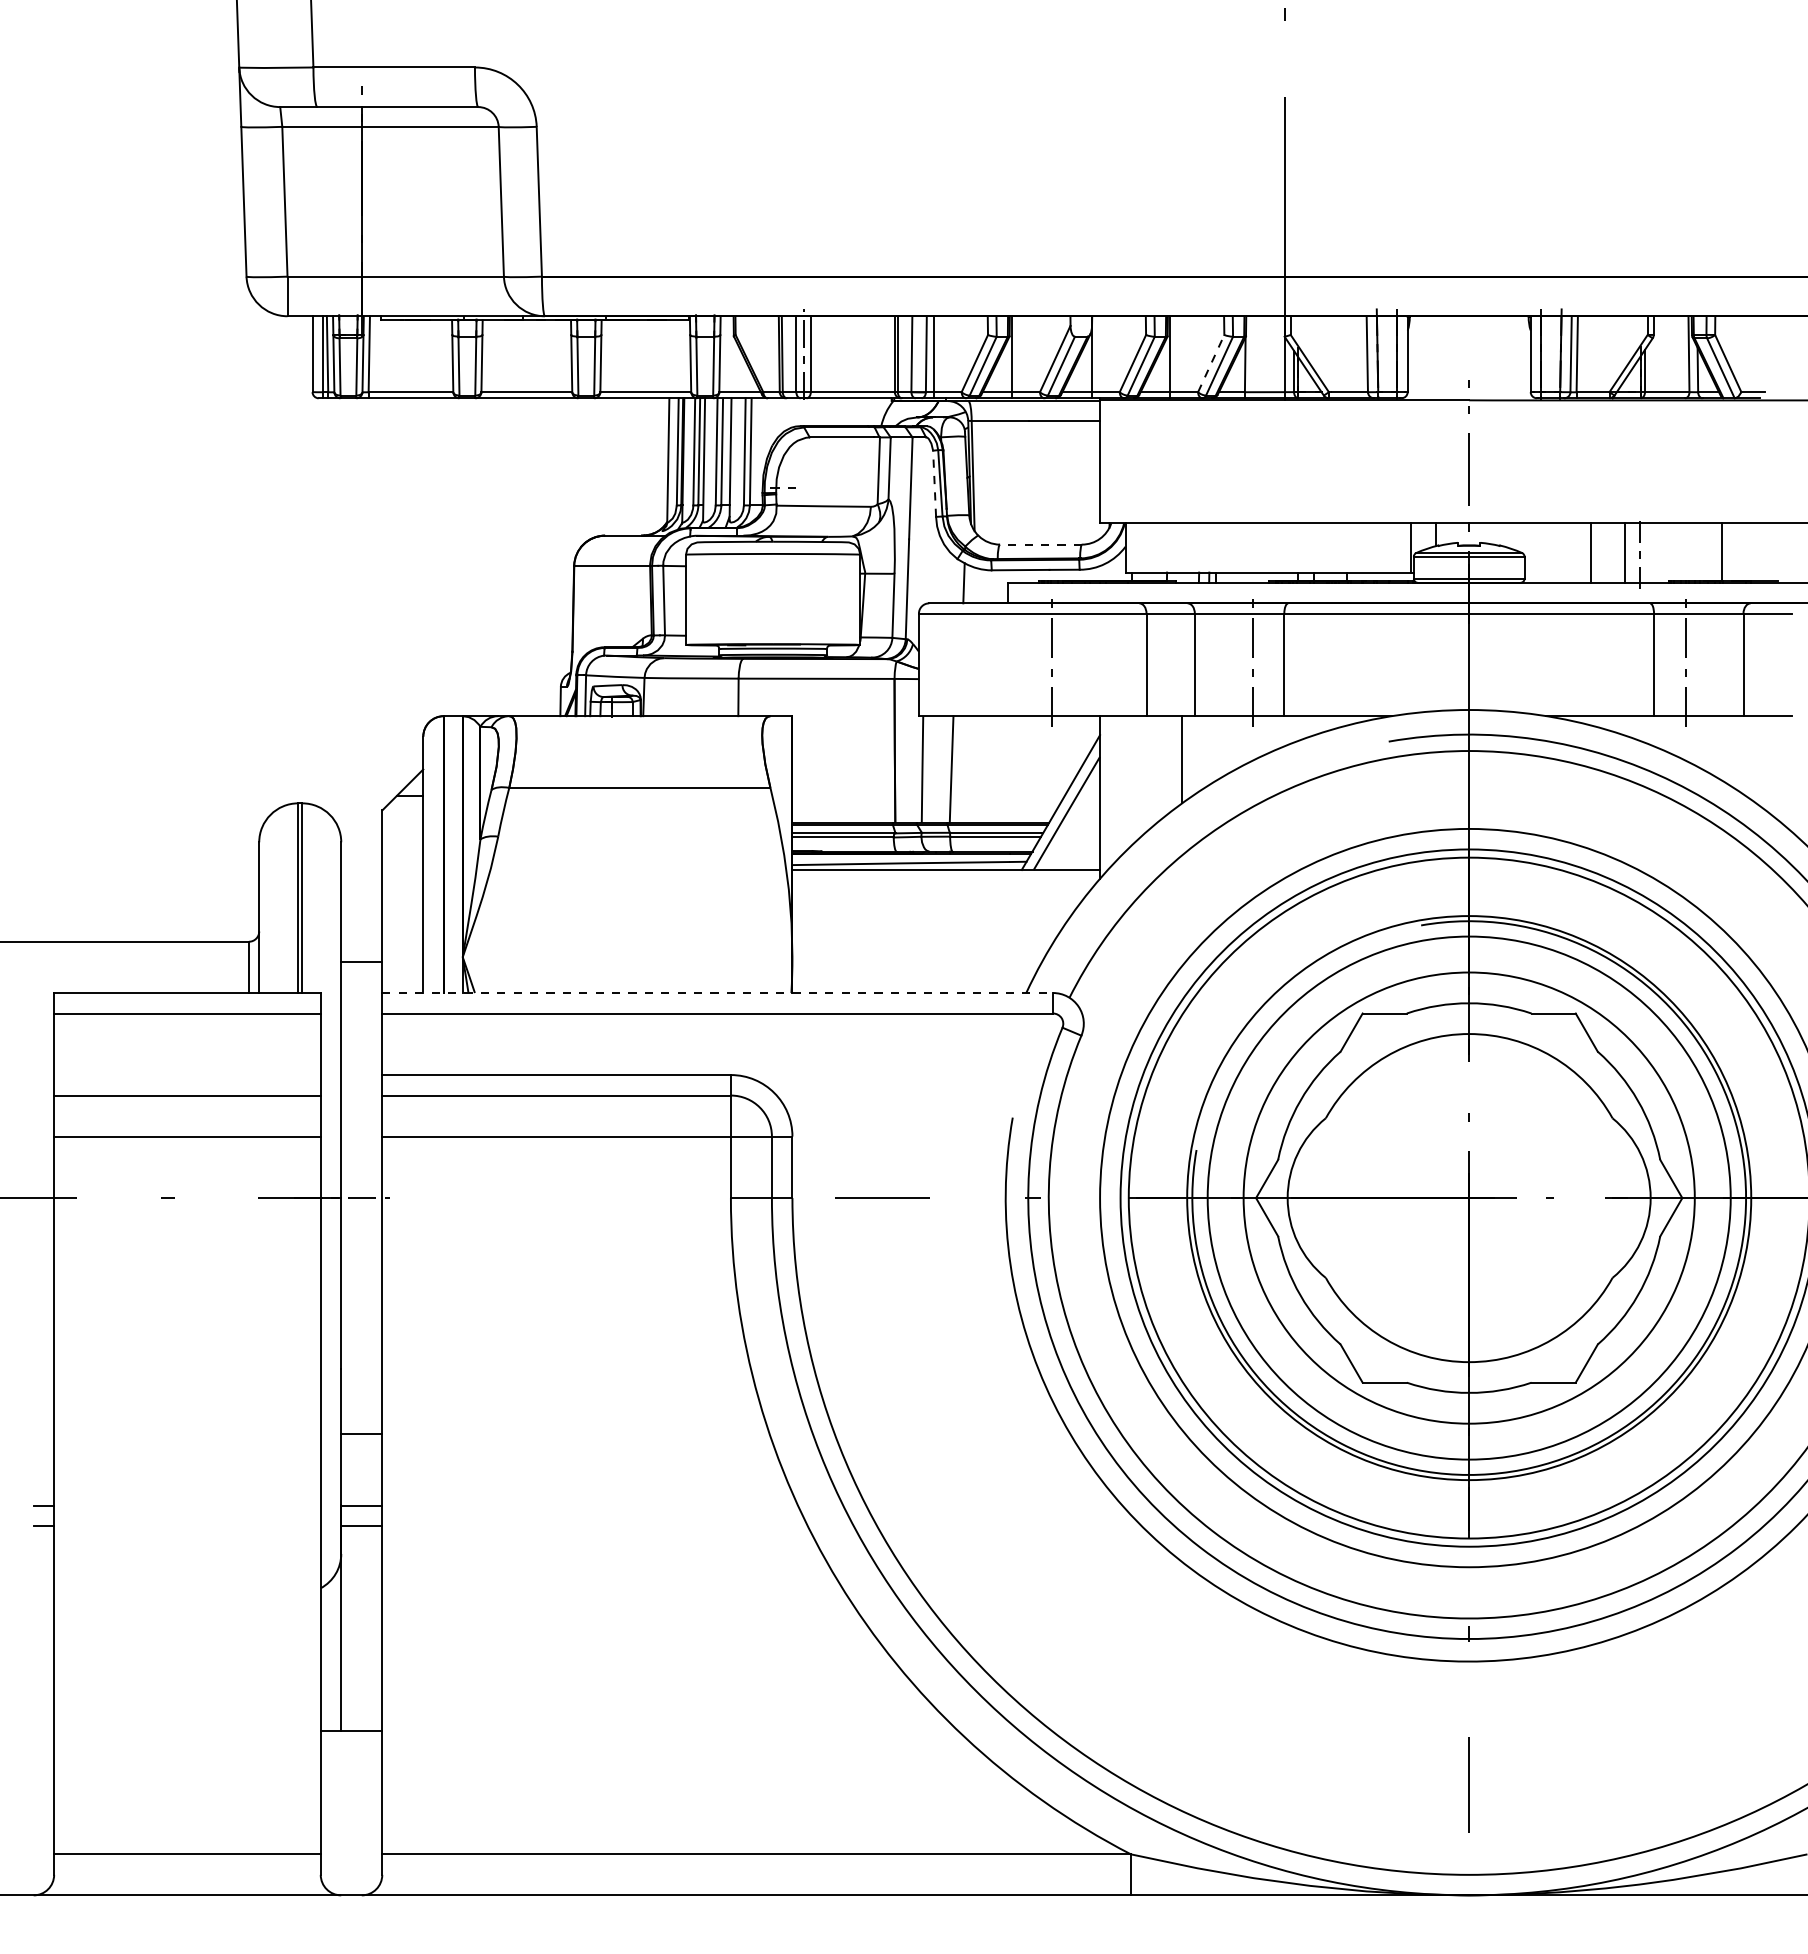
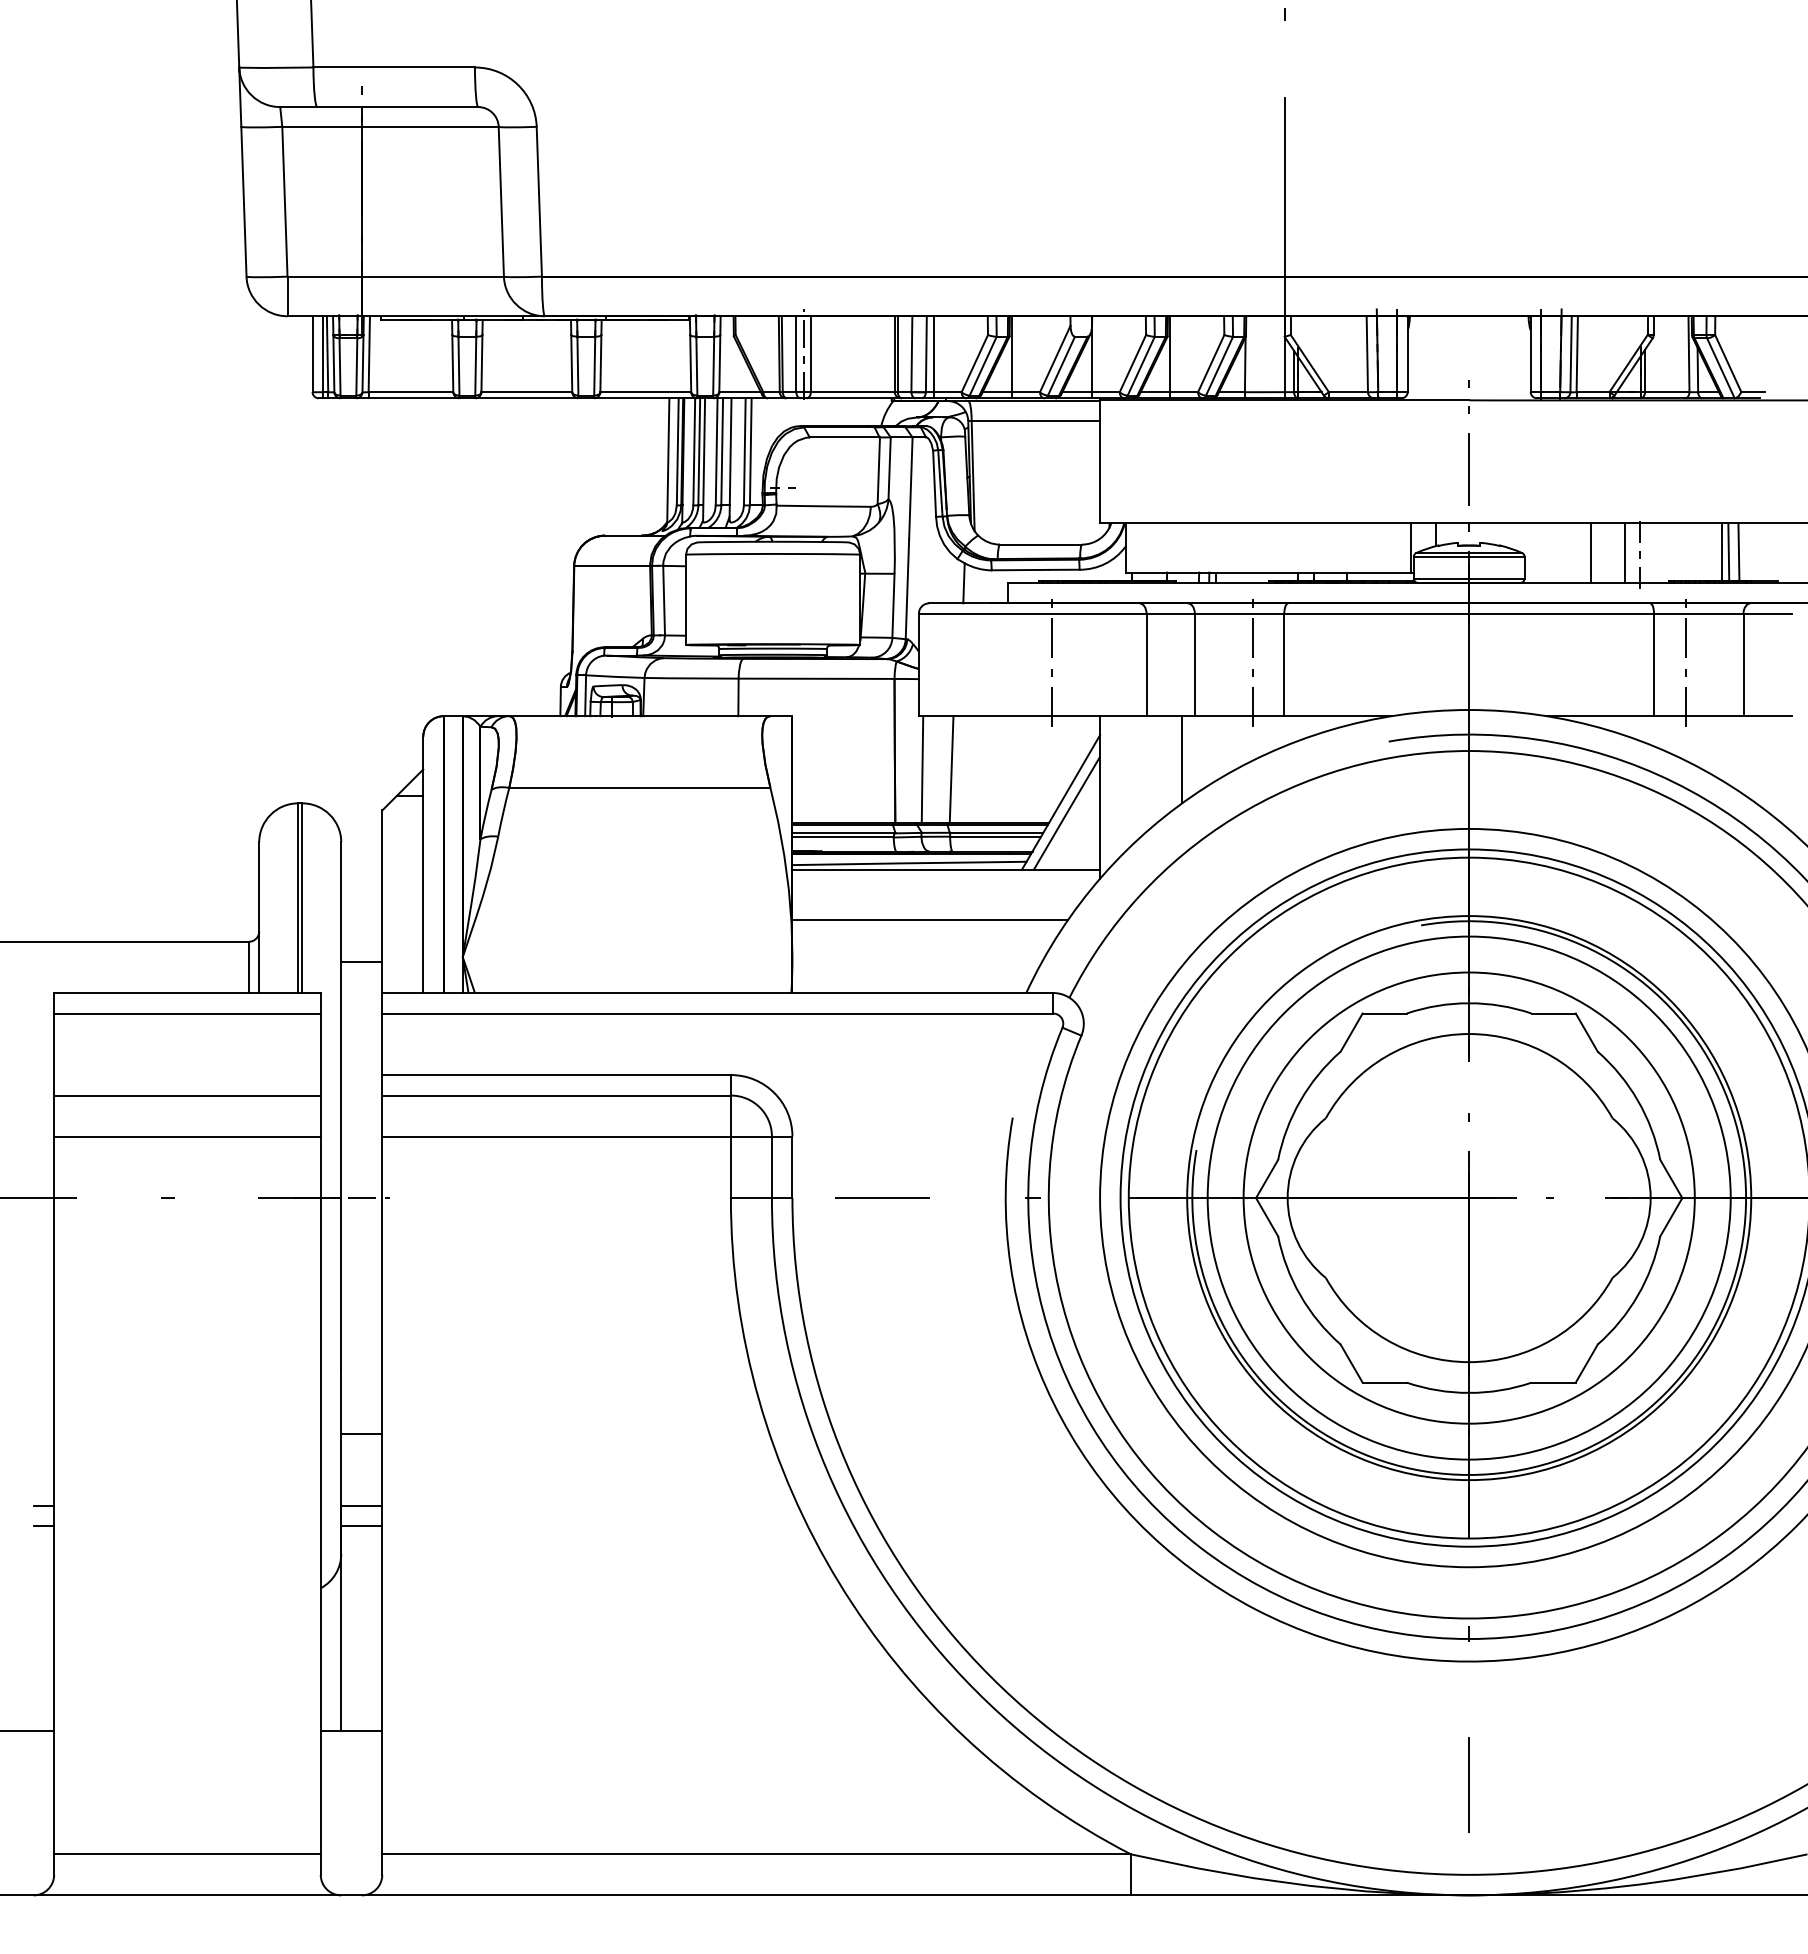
line at (1211, 363): dashed -> solid
line at (934, 483): dashed -> solid
line at (1041, 544): dashed -> solid
line at (1728, 551): none -> present
line at (1738, 551): none -> present
line at (930, 919): none -> present
line at (718, 993): dashed -> solid
line at (28, 1731): none -> present
